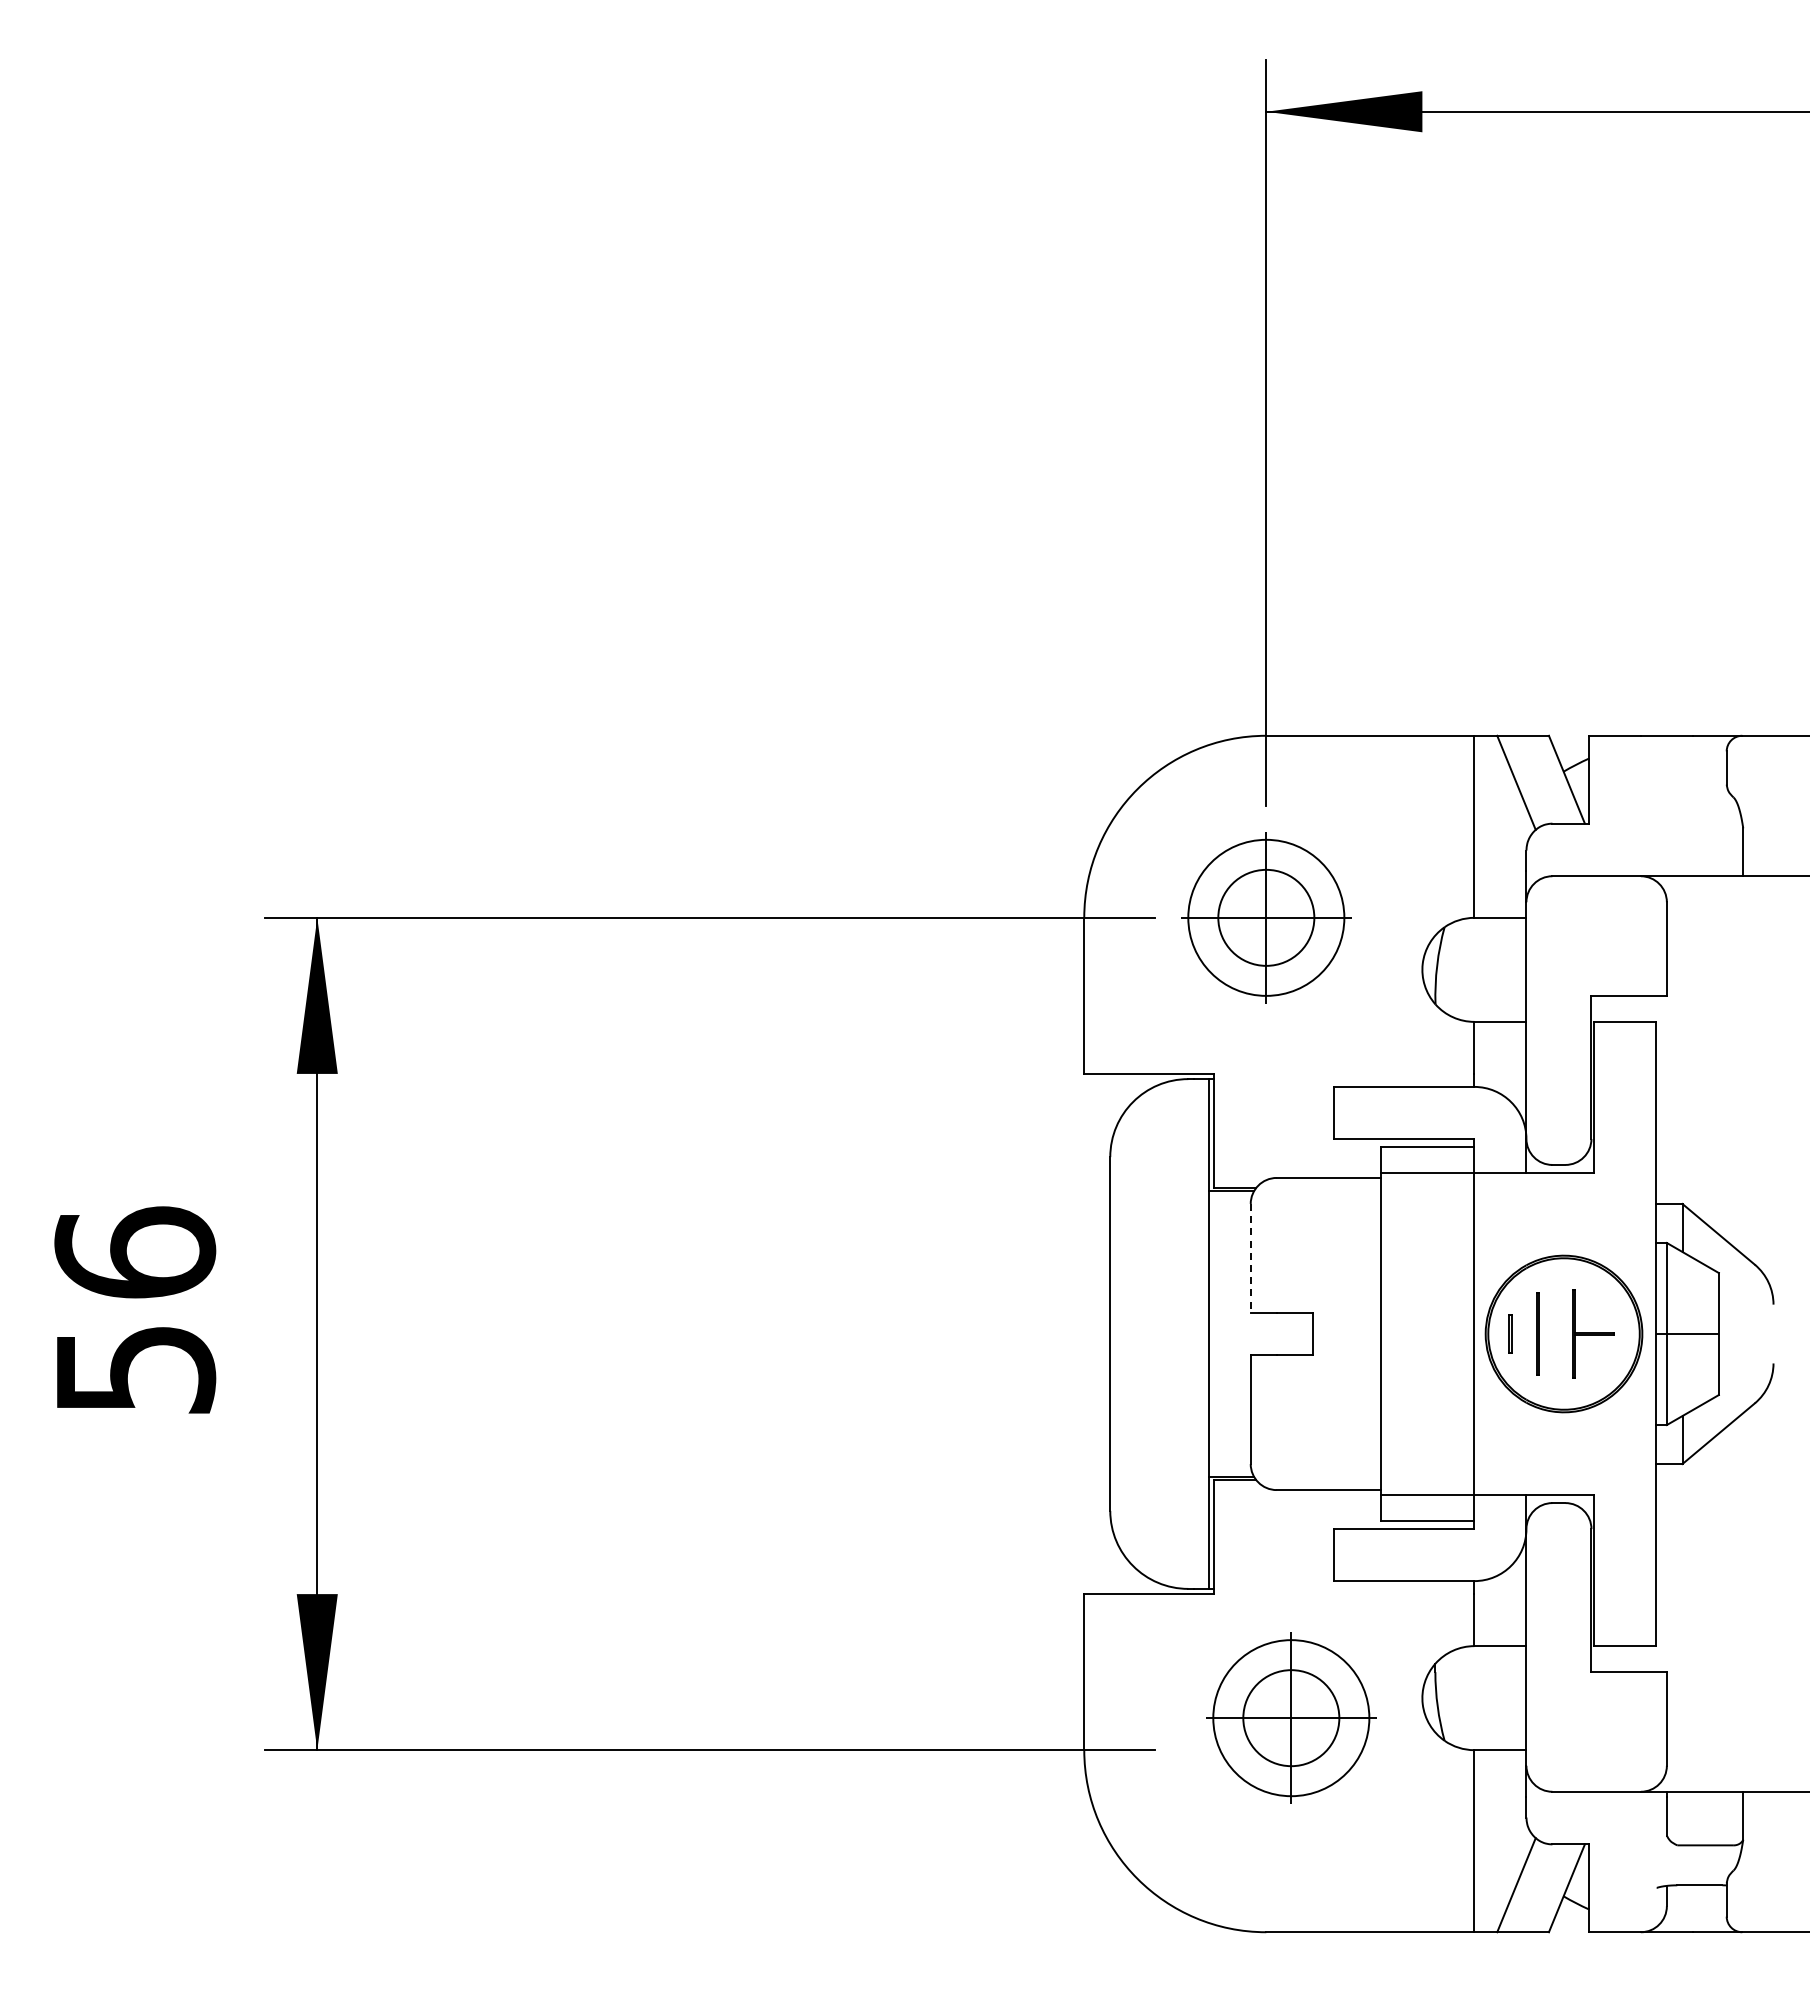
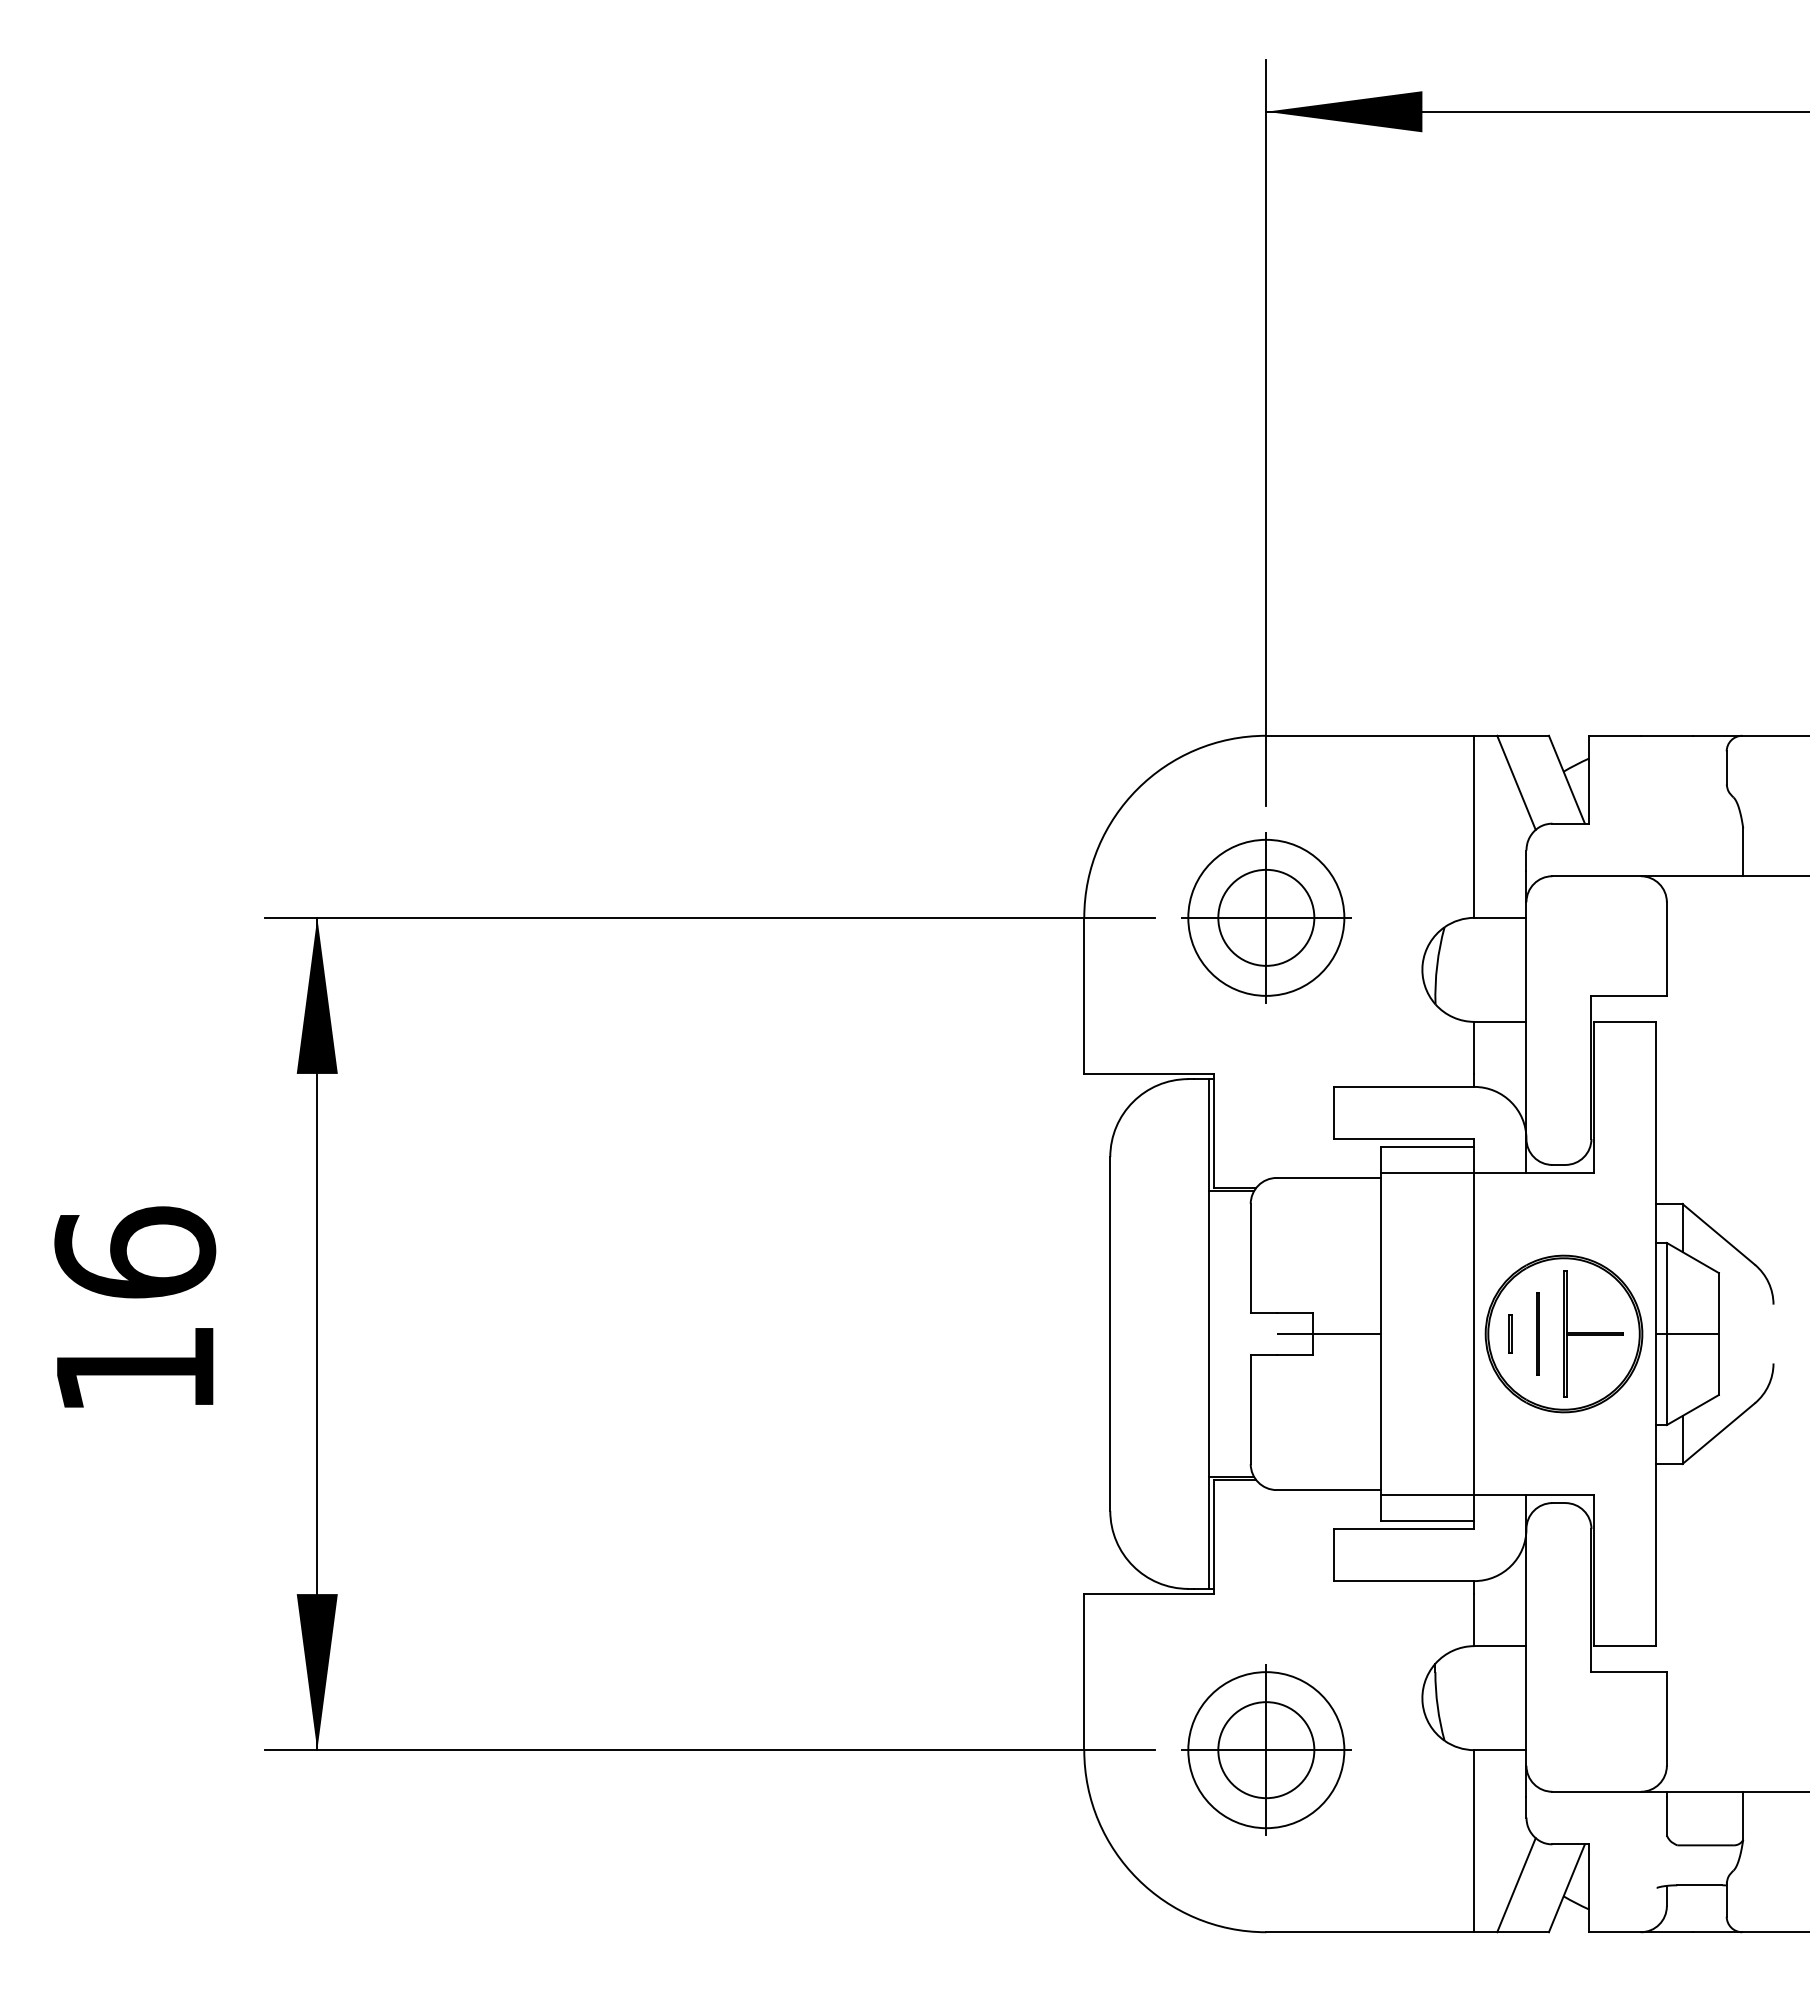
line at (1250, 1258): dashed -> solid
part at (1593, 1333) size: 43x90 px -> 61x128 px
line at (1328, 1334): none -> present
text at (136, 1370): 56 -> 16
part at (1291, 1717) position: (1291, 1717) -> (1266, 1749)
